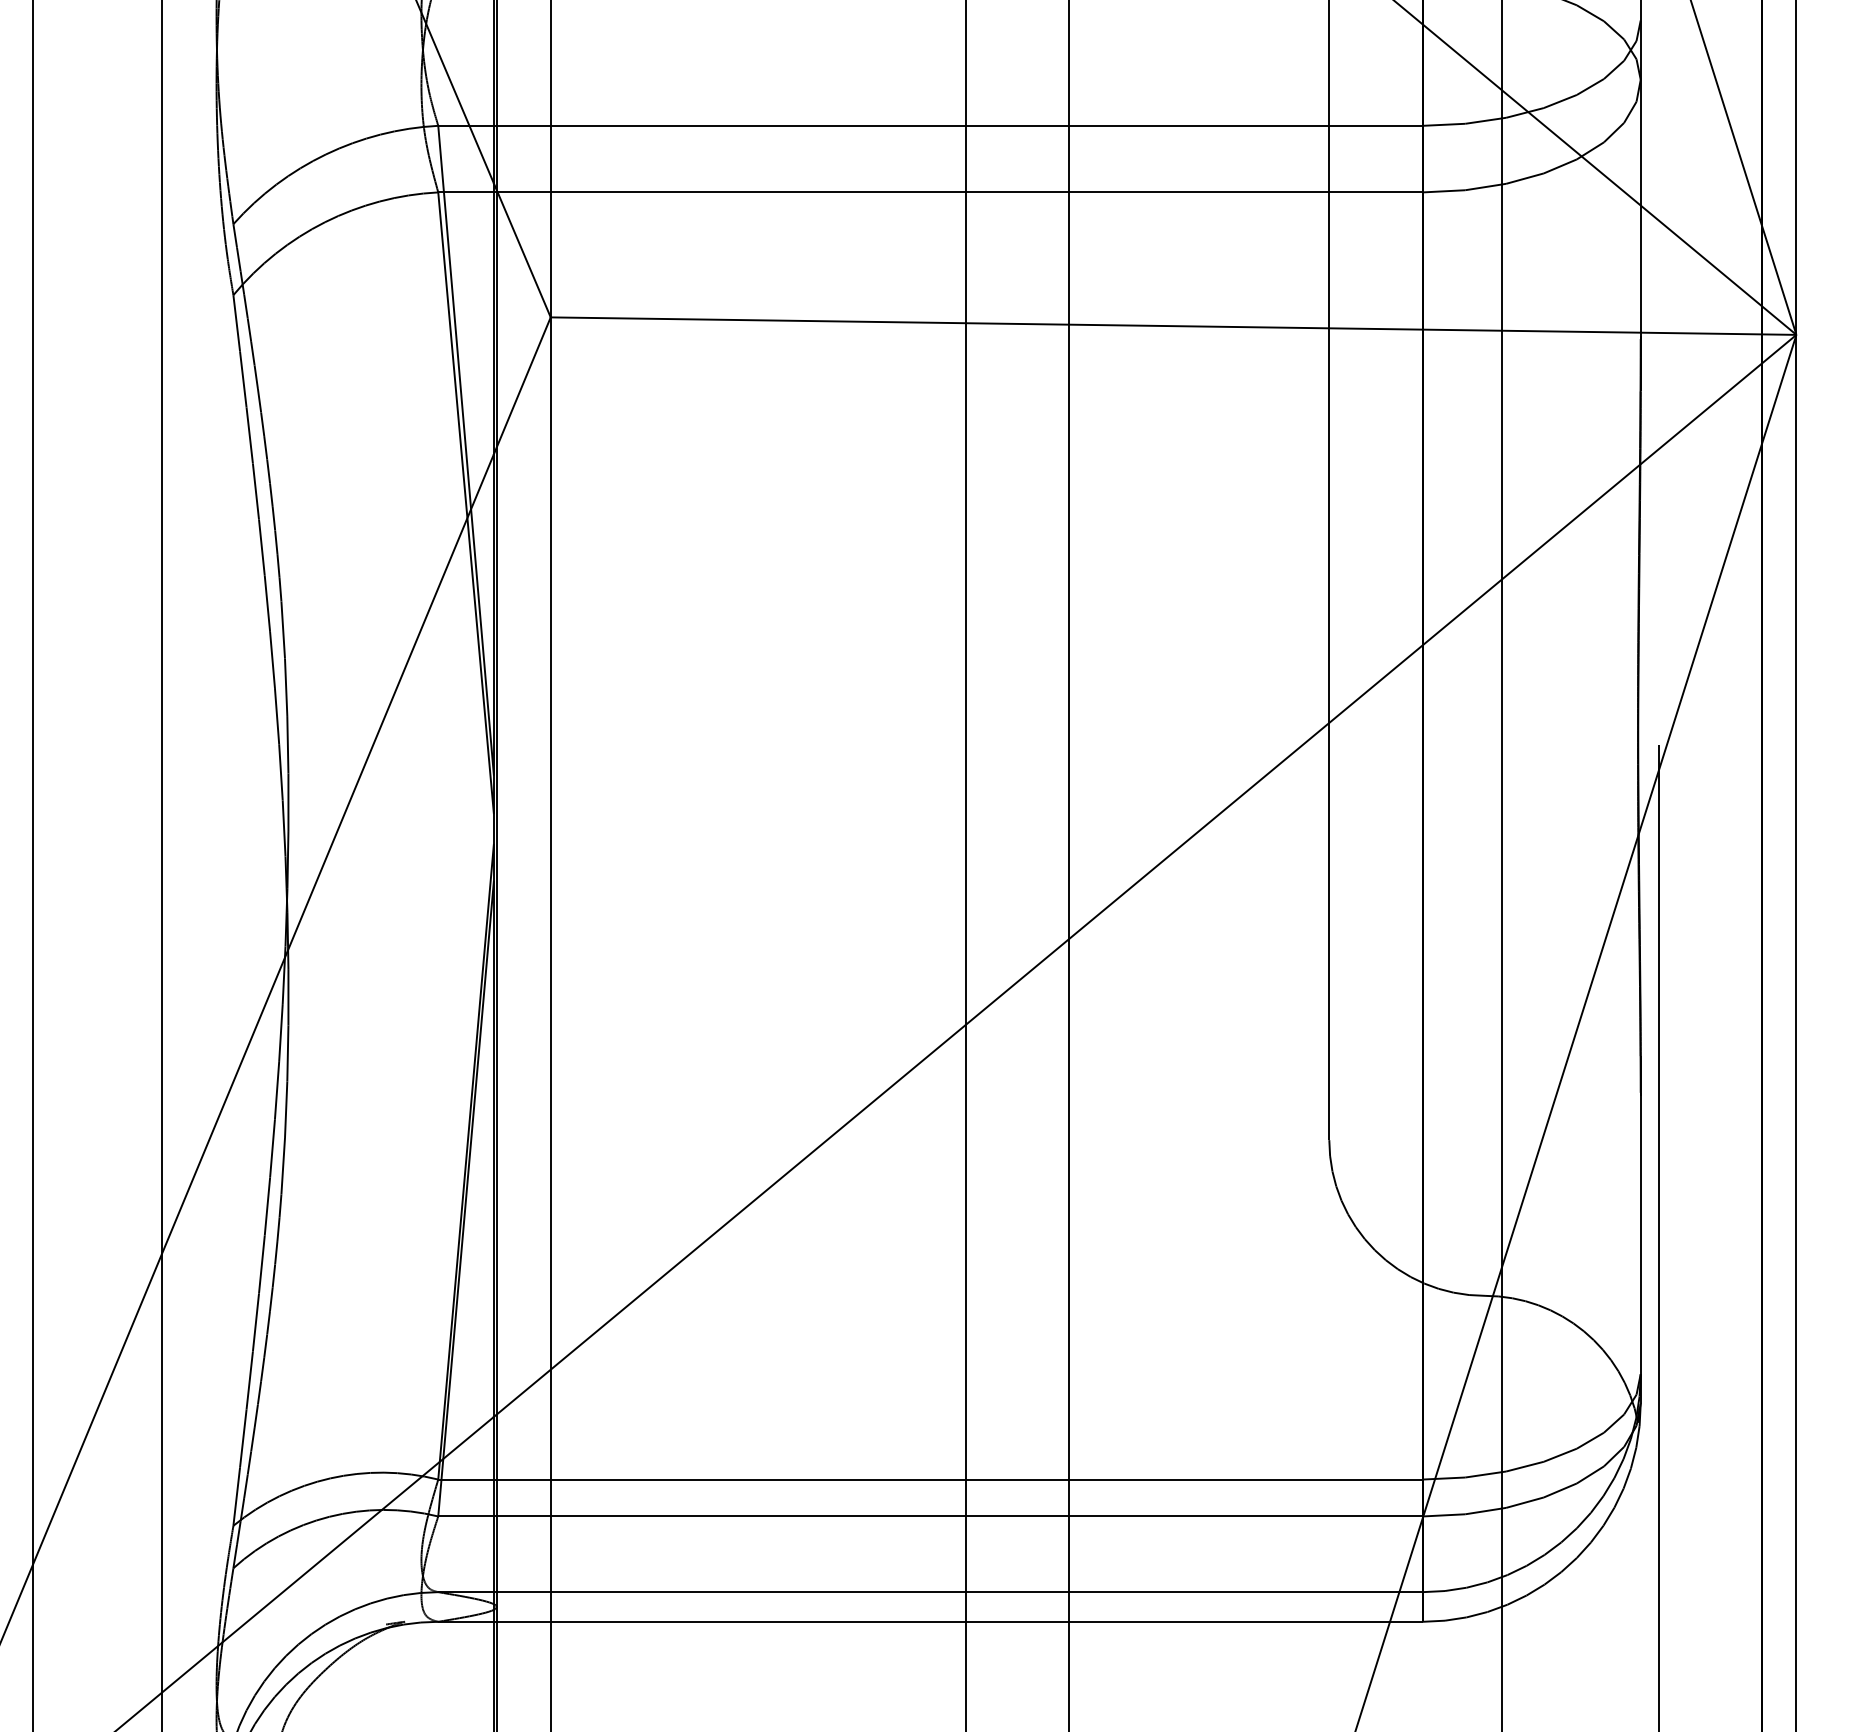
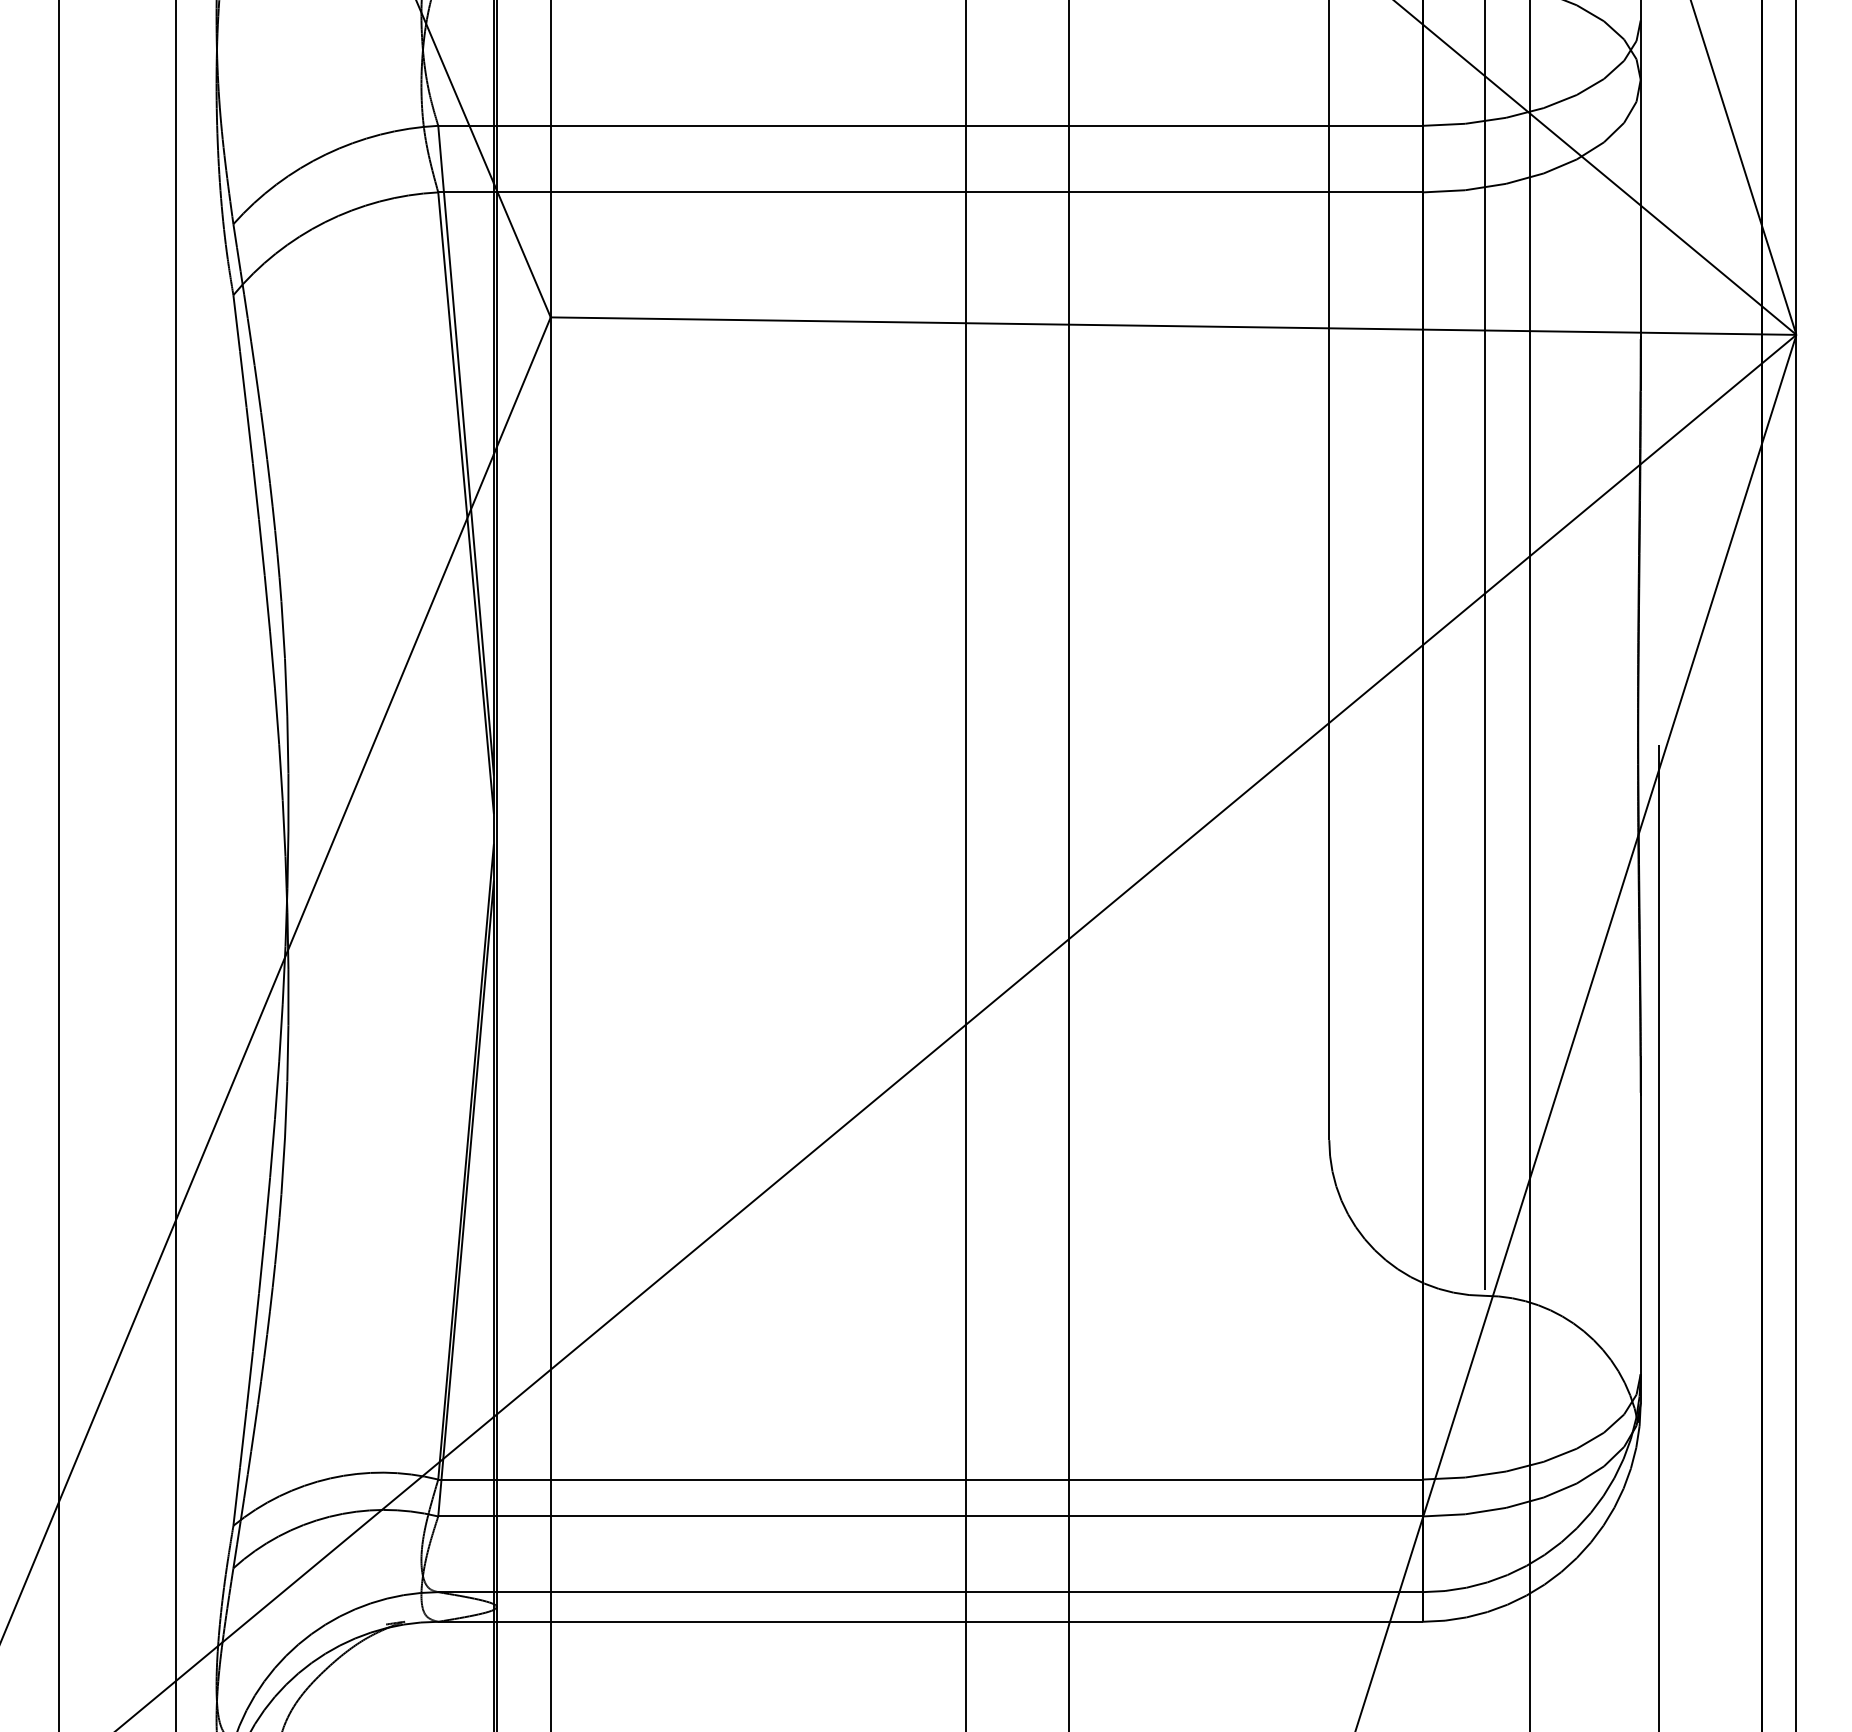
line at (1485, 646): none -> present
line at (32, 865) position: (32, 865) -> (58, 865)
line at (161, 865) position: (161, 865) -> (175, 865)
line at (1501, 865) position: (1501, 865) -> (1529, 865)
